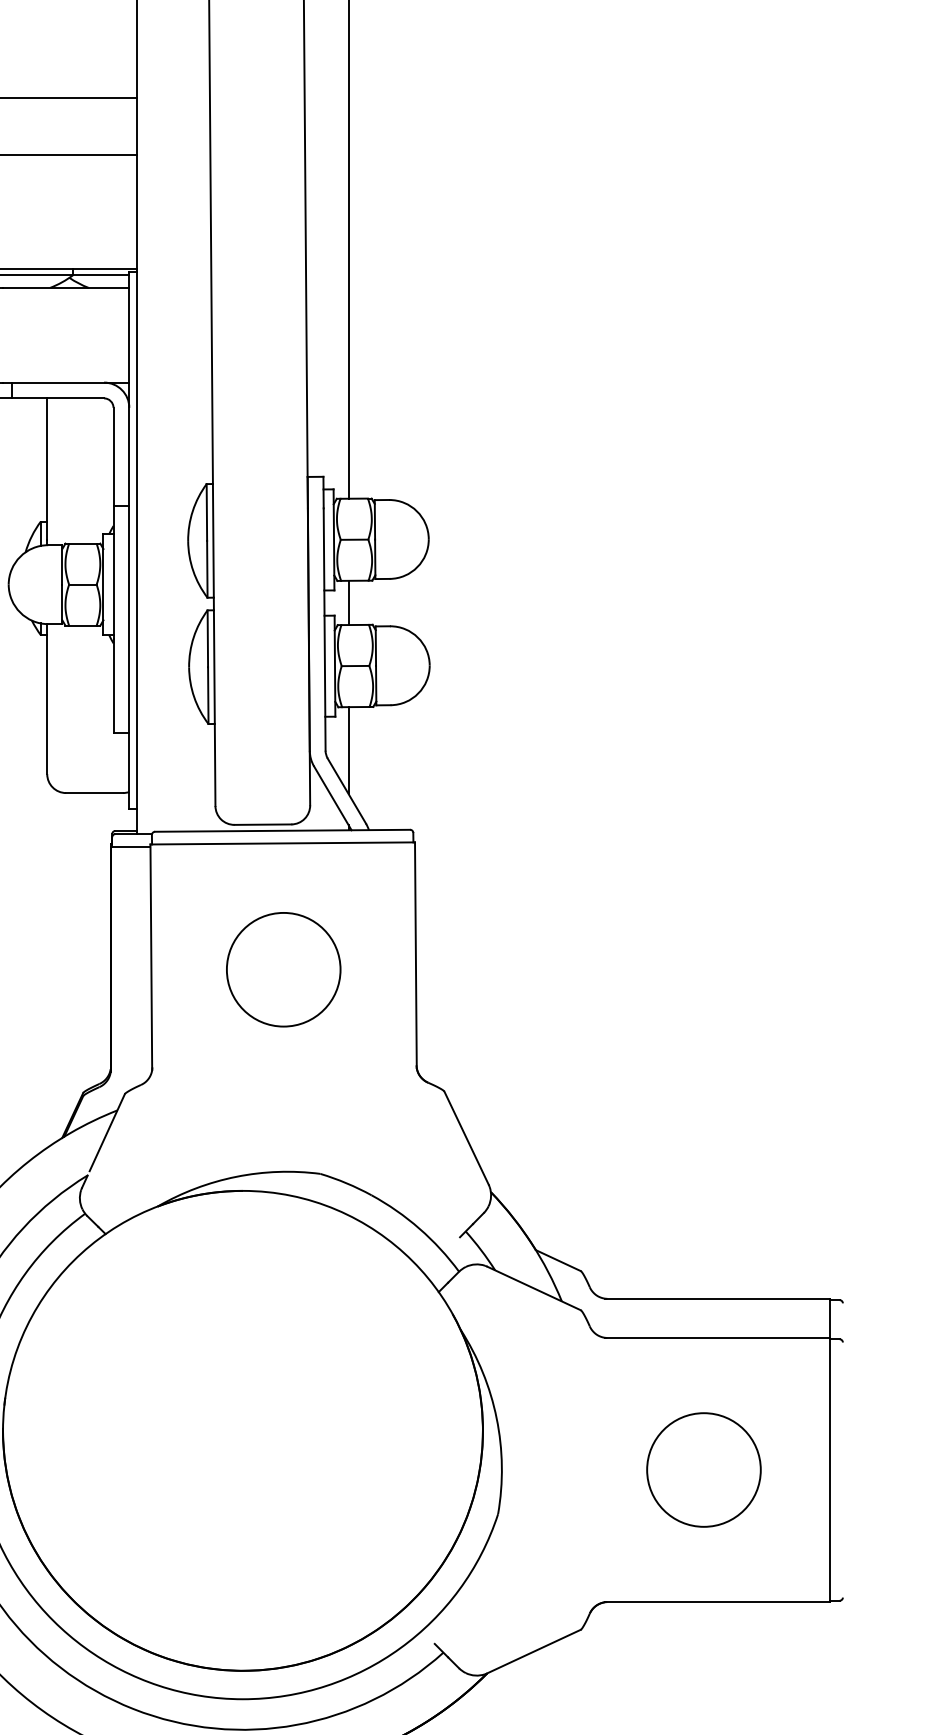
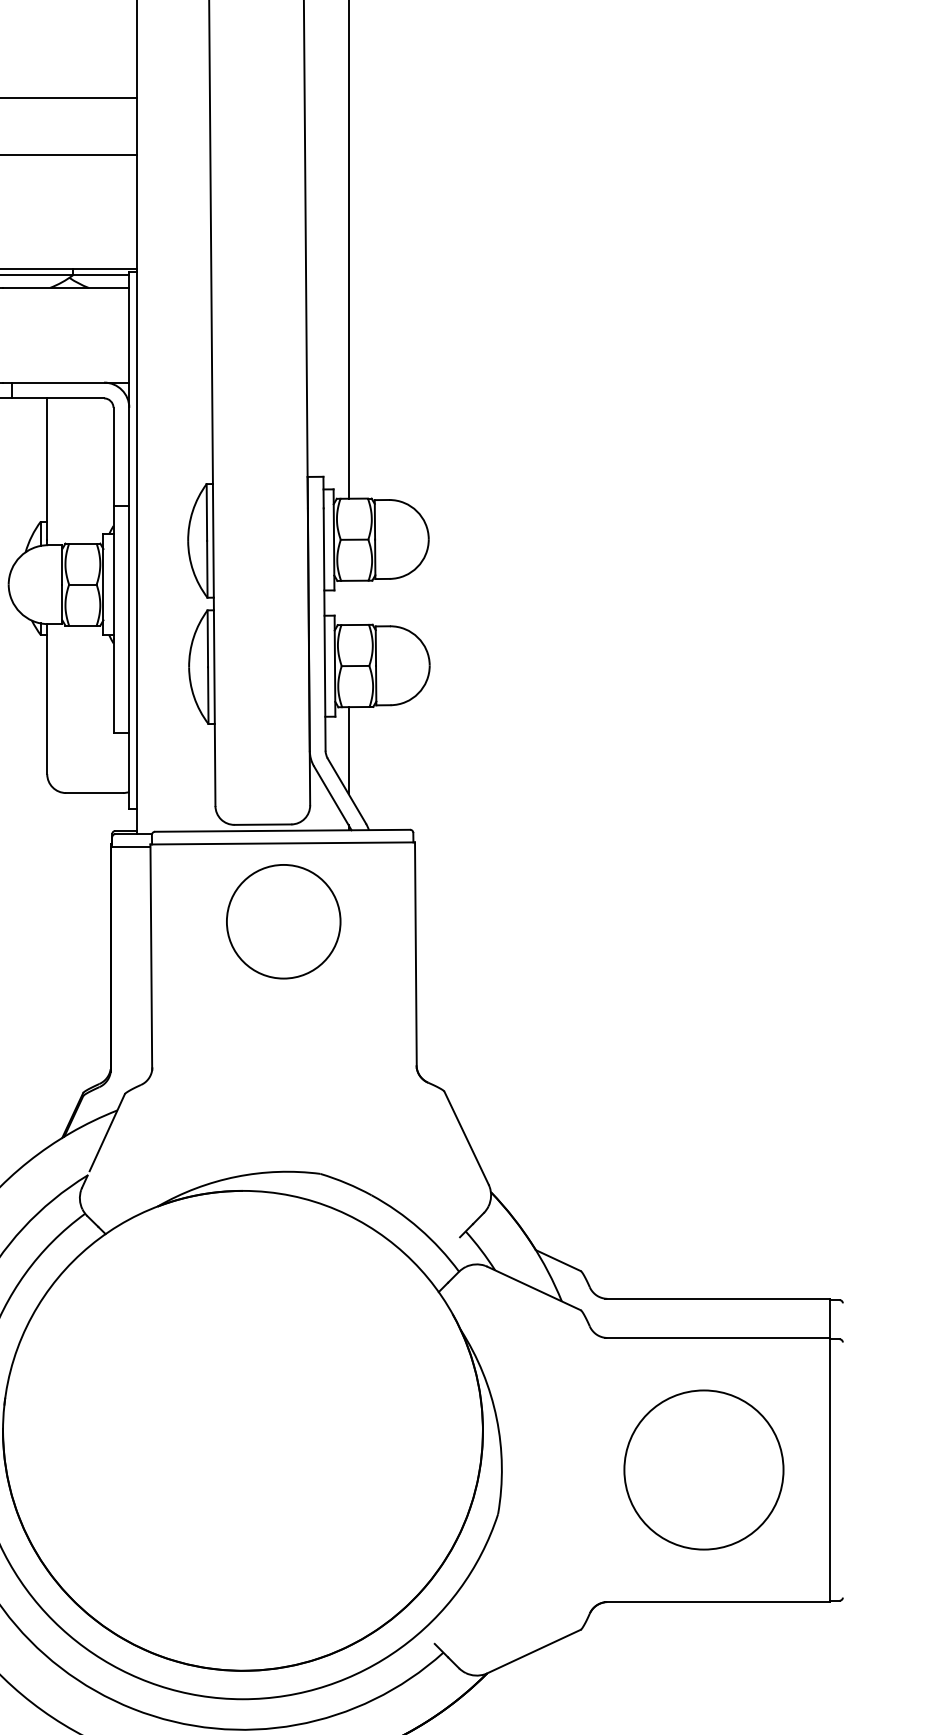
line at (348, 602): present -> none
circle at (283, 969) position: (283, 969) -> (283, 921)
circle at (703, 1469) size: 116x116 px -> 162x162 px
